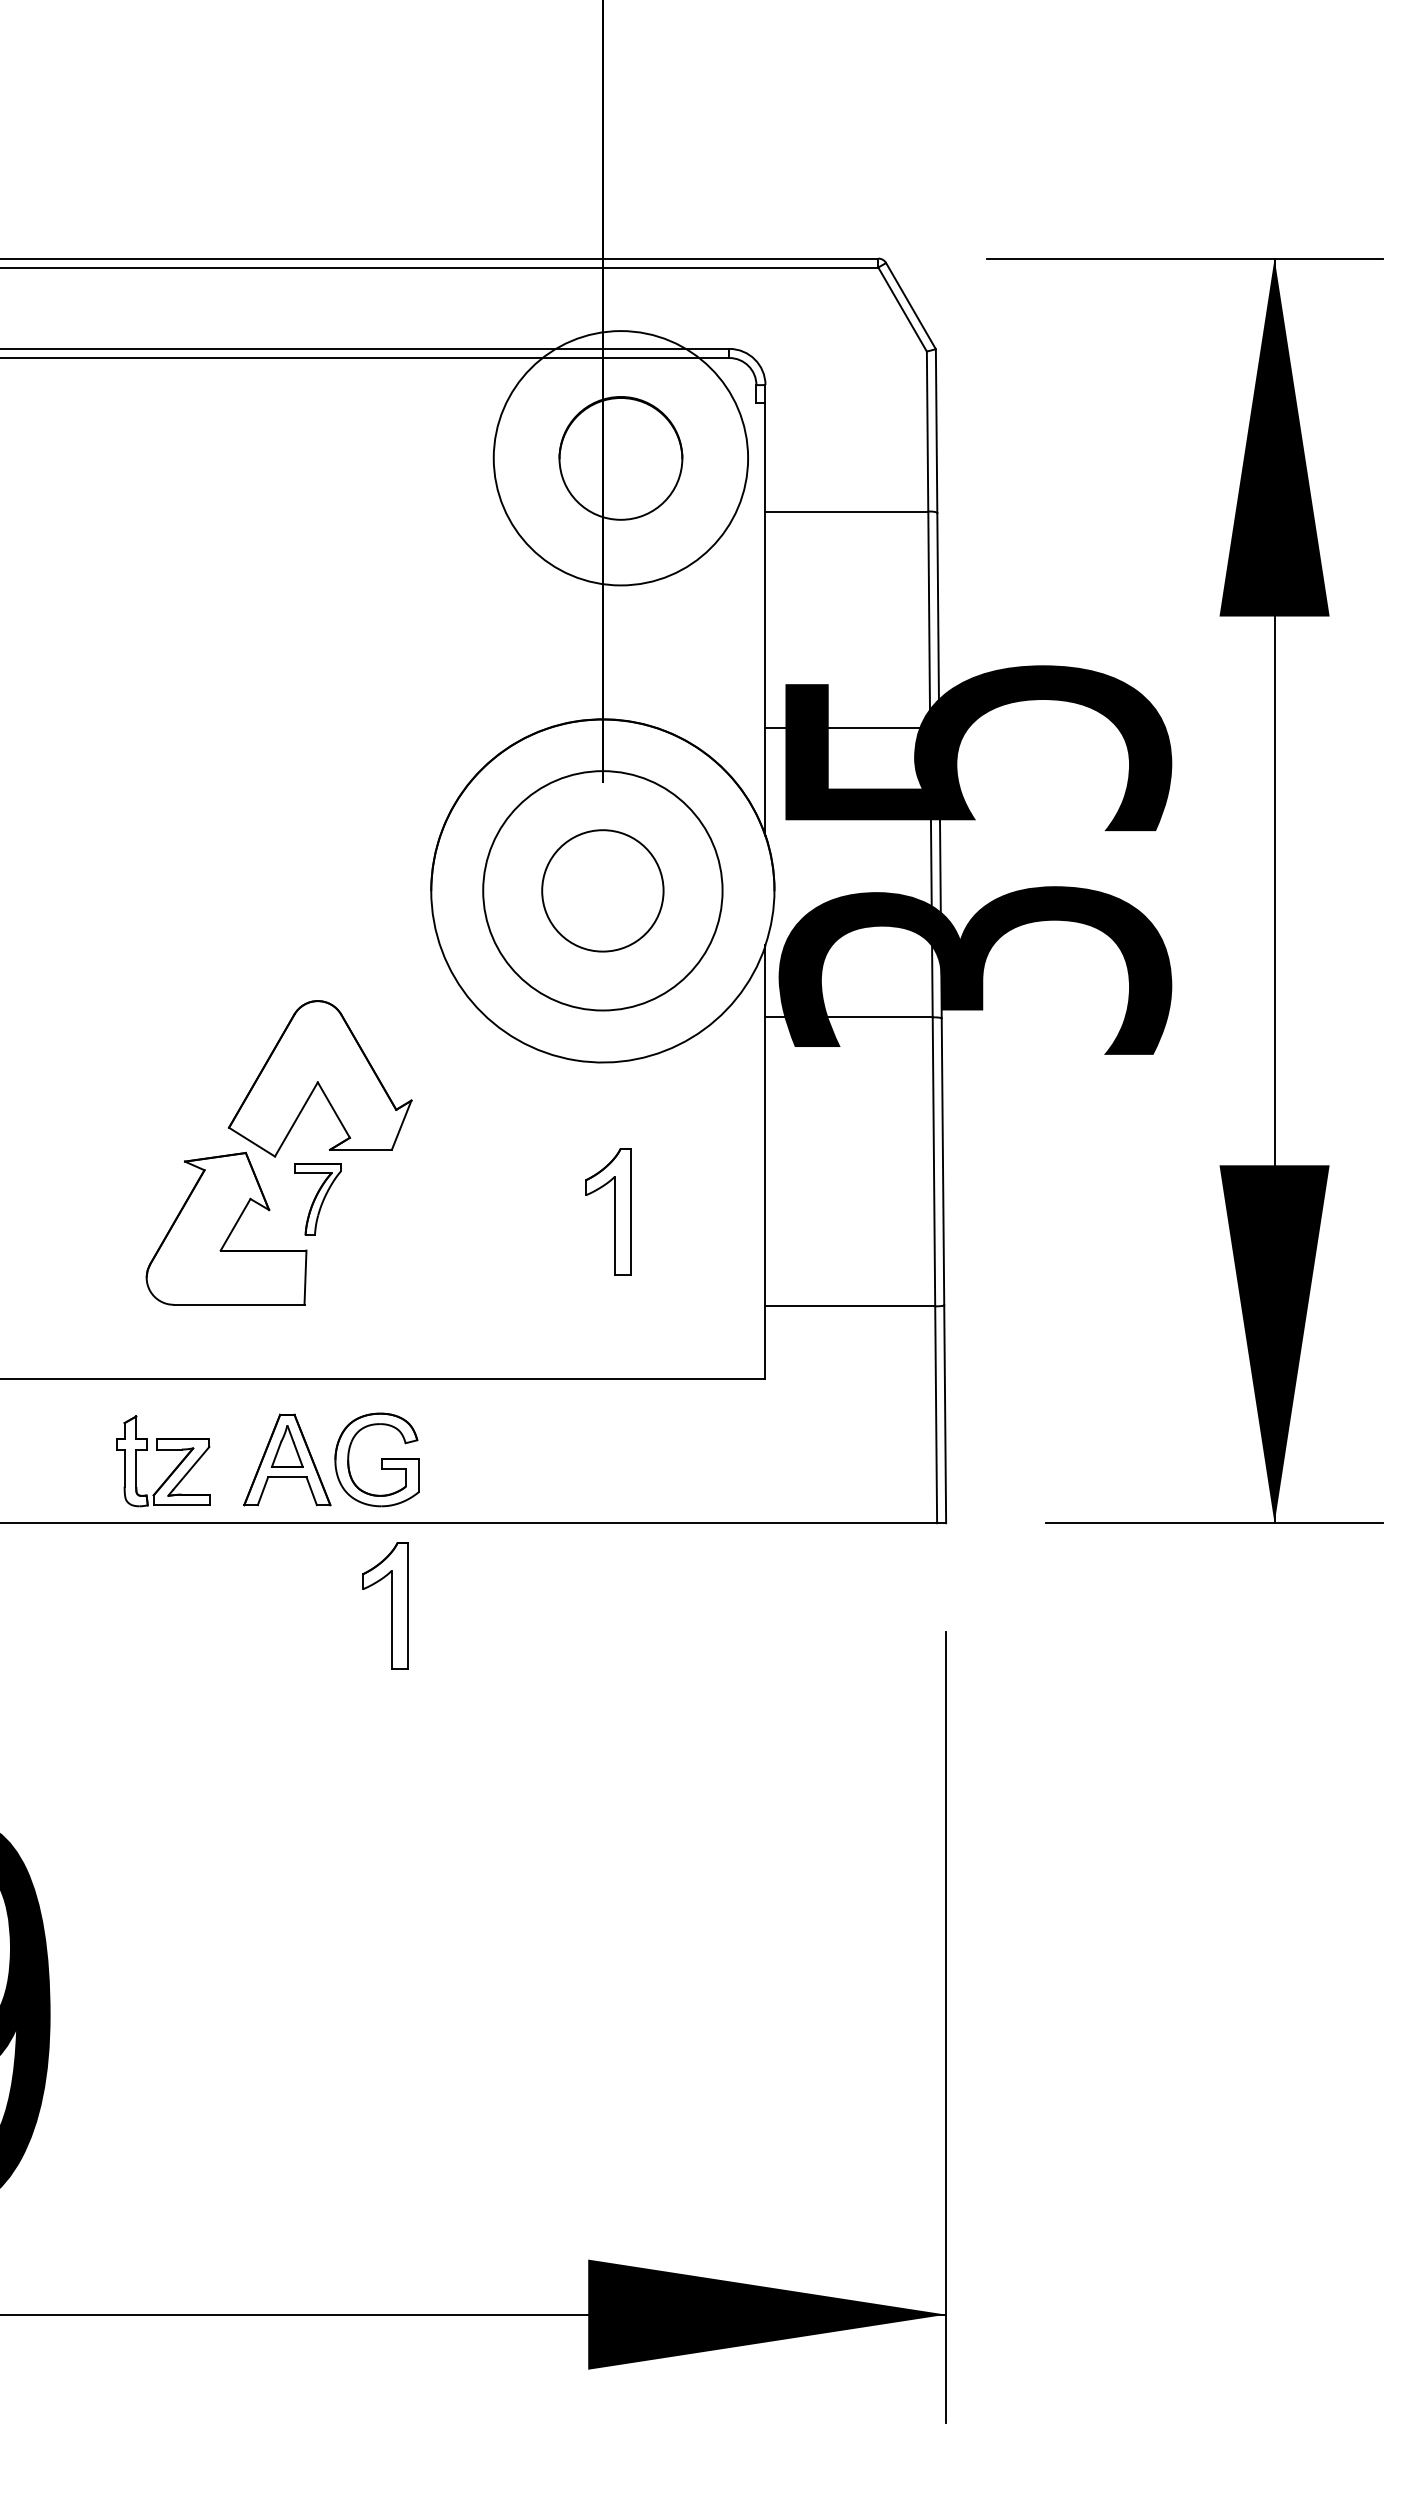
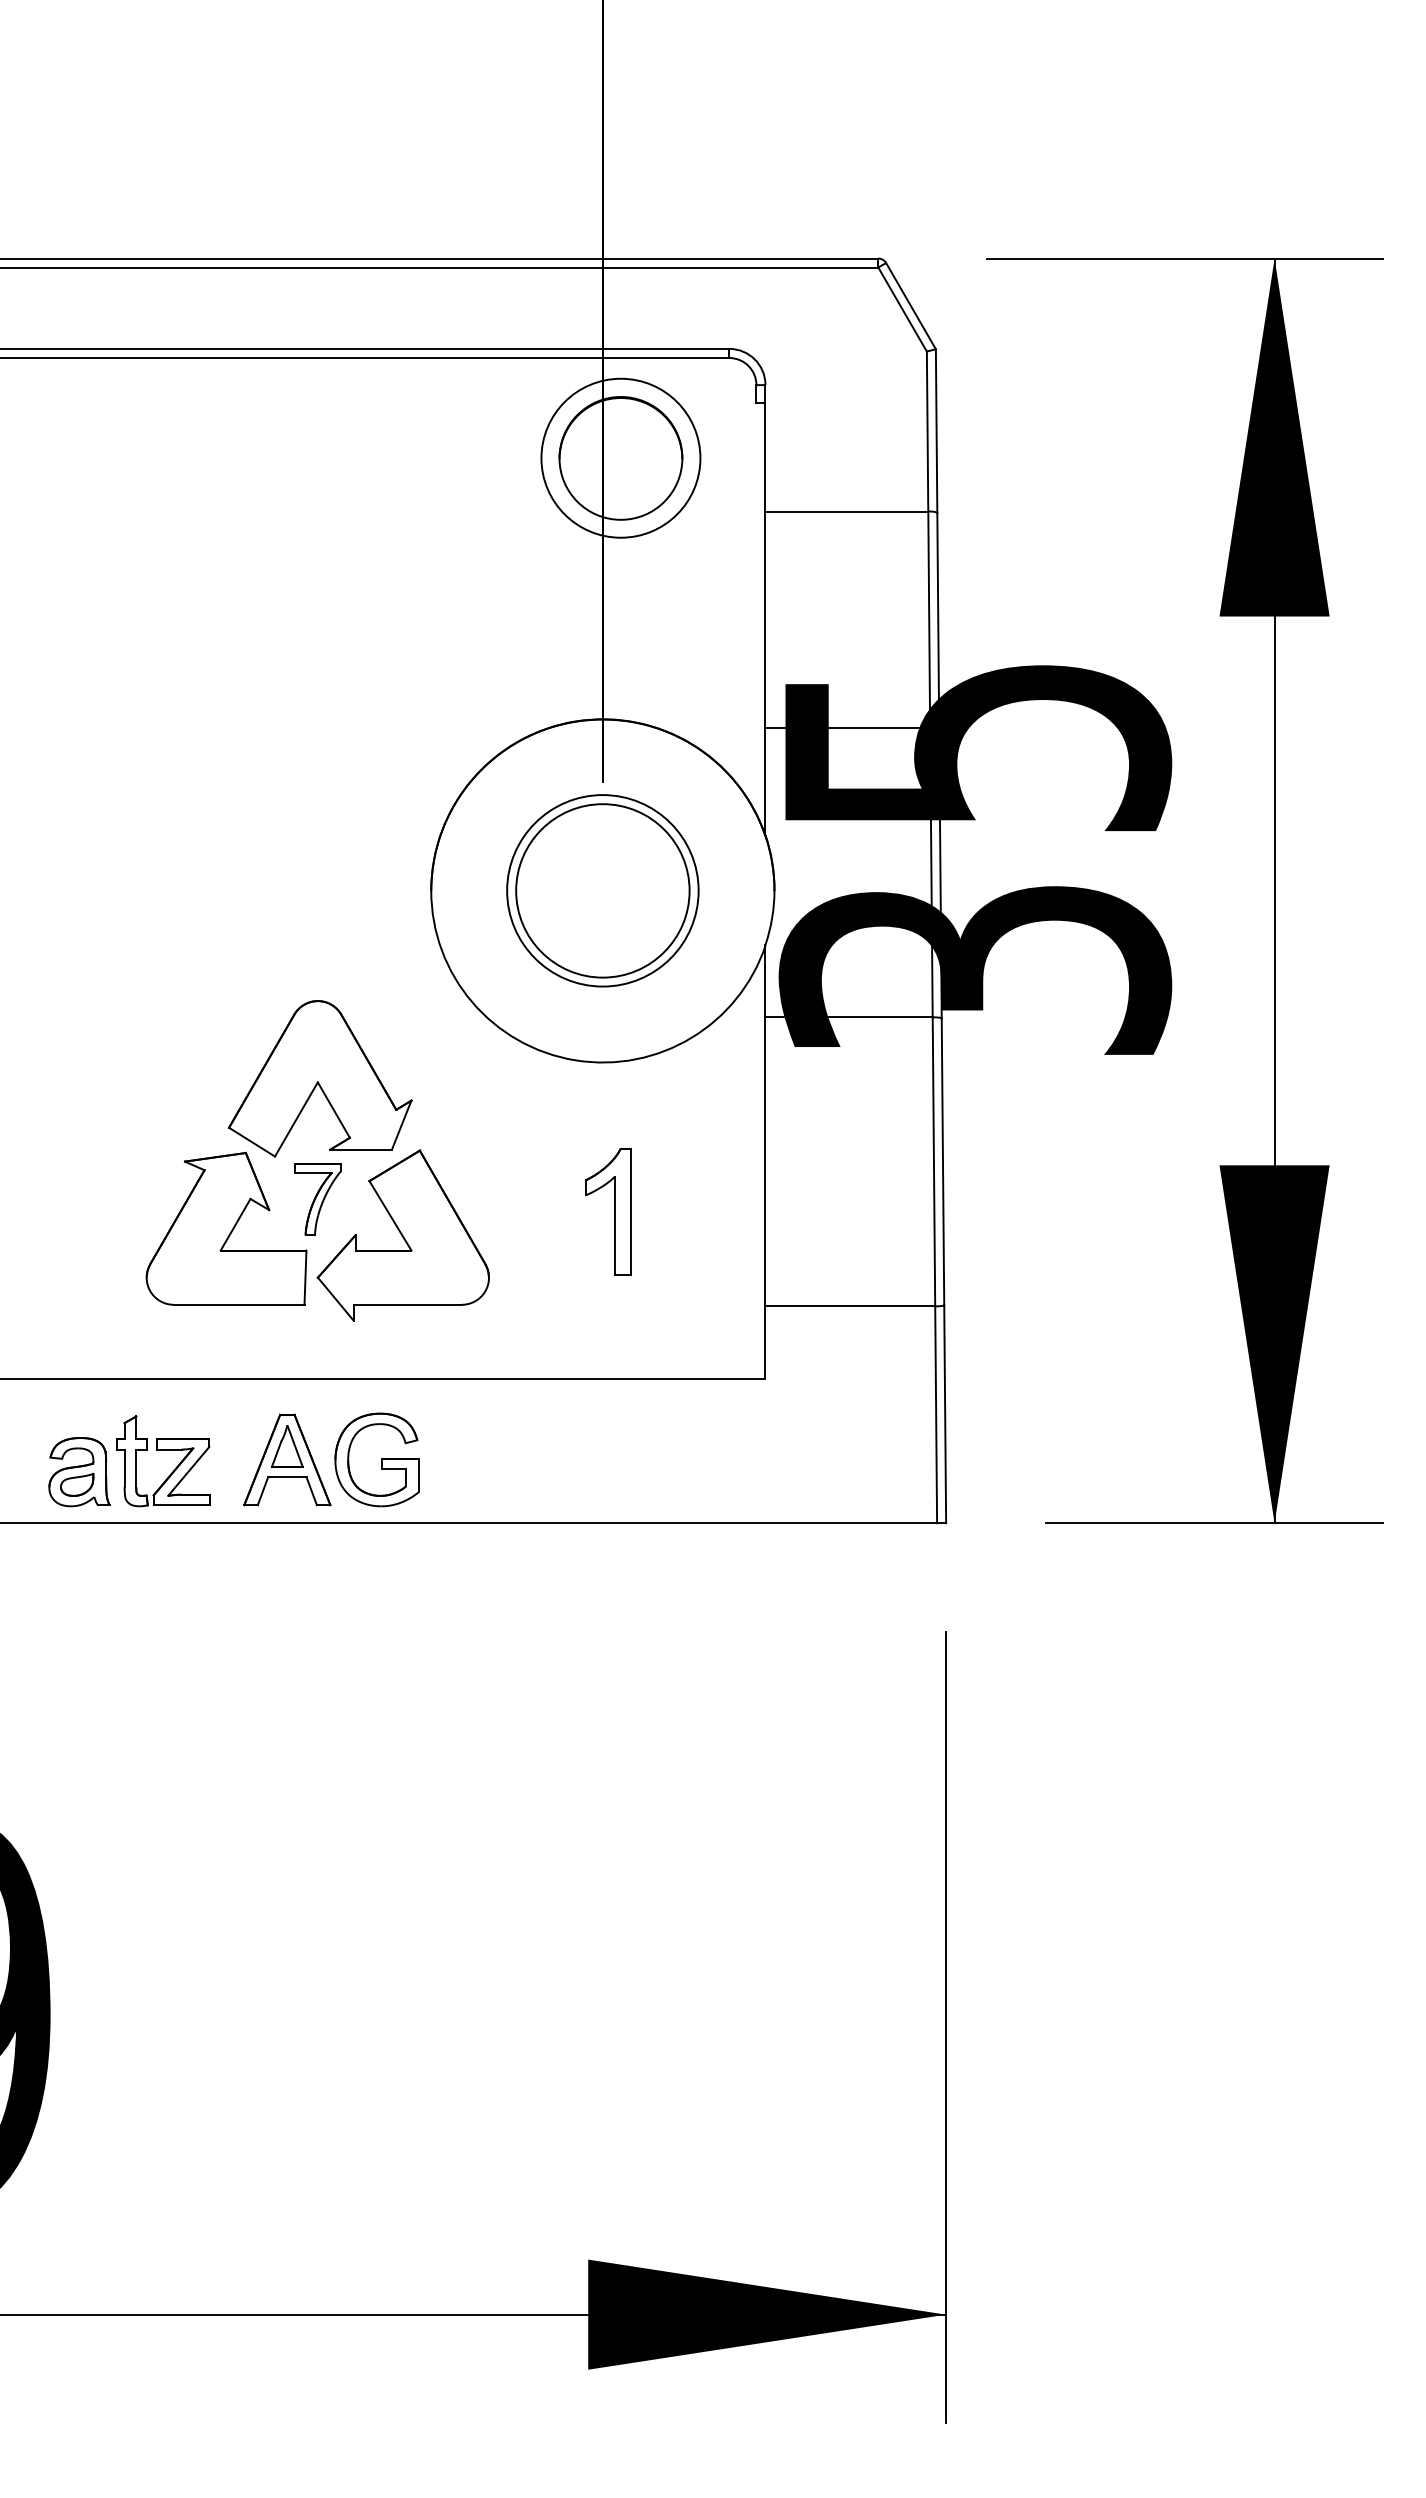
circle at (620, 458) diameter: 254 px -> 159 px
circle at (602, 890) diameter: 121 px -> 173 px
circle at (602, 890) diameter: 239 px -> 191 px
part at (402, 1235): none -> present
part at (79, 1472): none -> present
part at (385, 1605): present -> none
